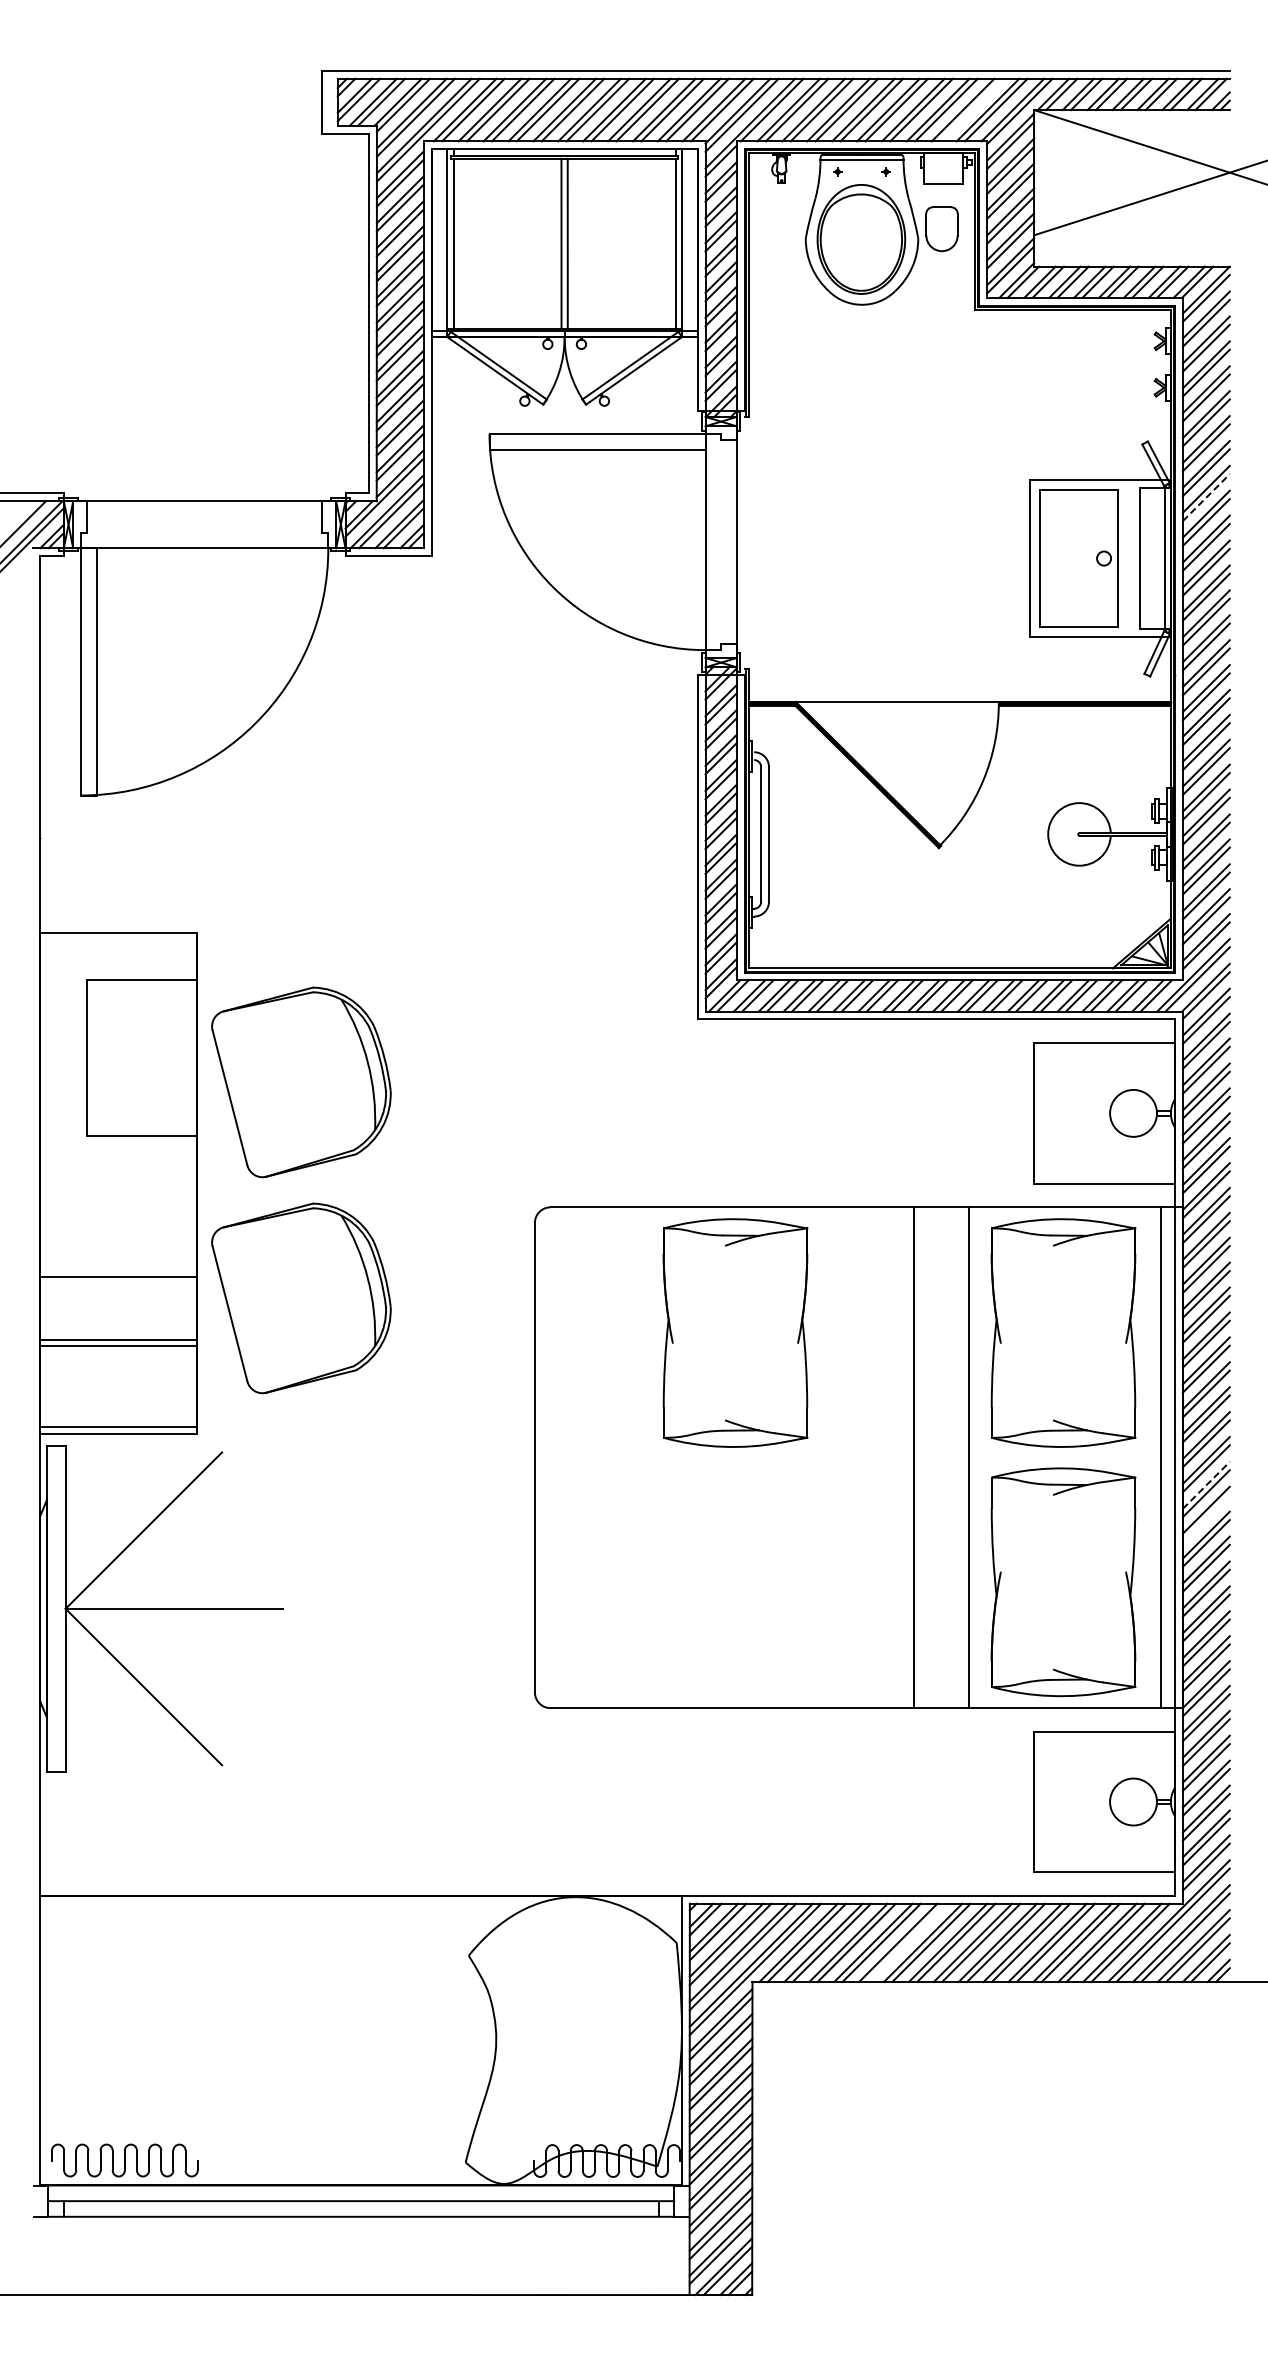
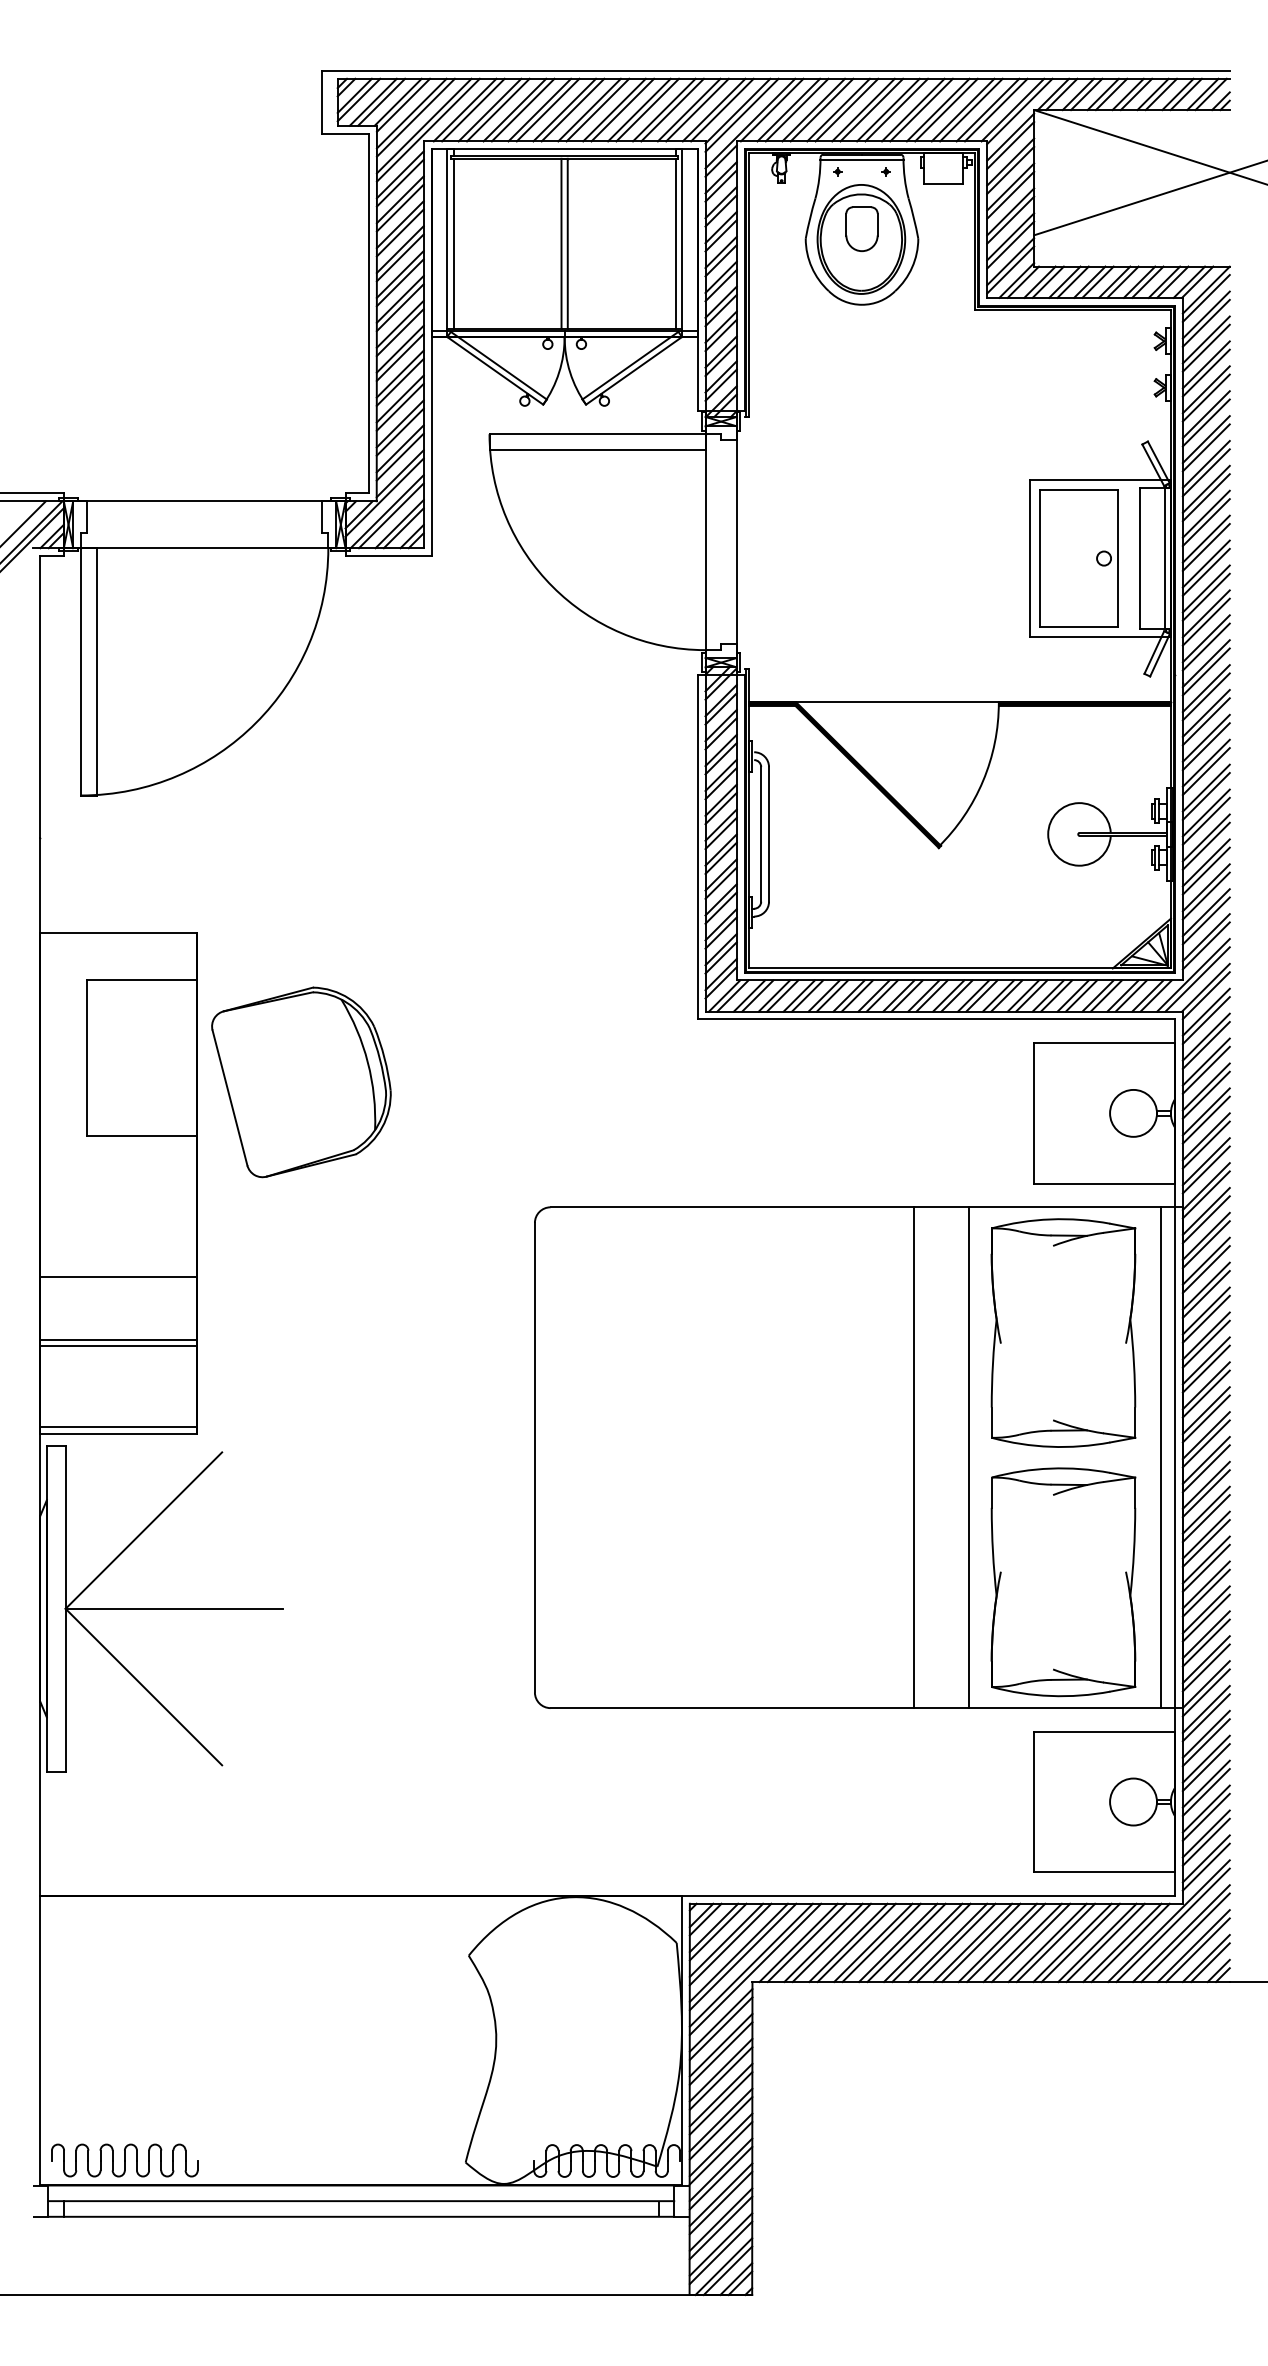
line at (971, 109): none -> present
part at (941, 228) position: (941, 228) -> (861, 228)
line at (1206, 497): dashed -> solid
part at (301, 1298): present -> none
part at (735, 1332): present -> none
line at (1206, 1485): dashed -> solid
line at (1205, 1518): none -> present
line at (906, 1942): none -> present
